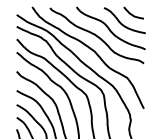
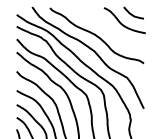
curve at (109, 28): present -> none
